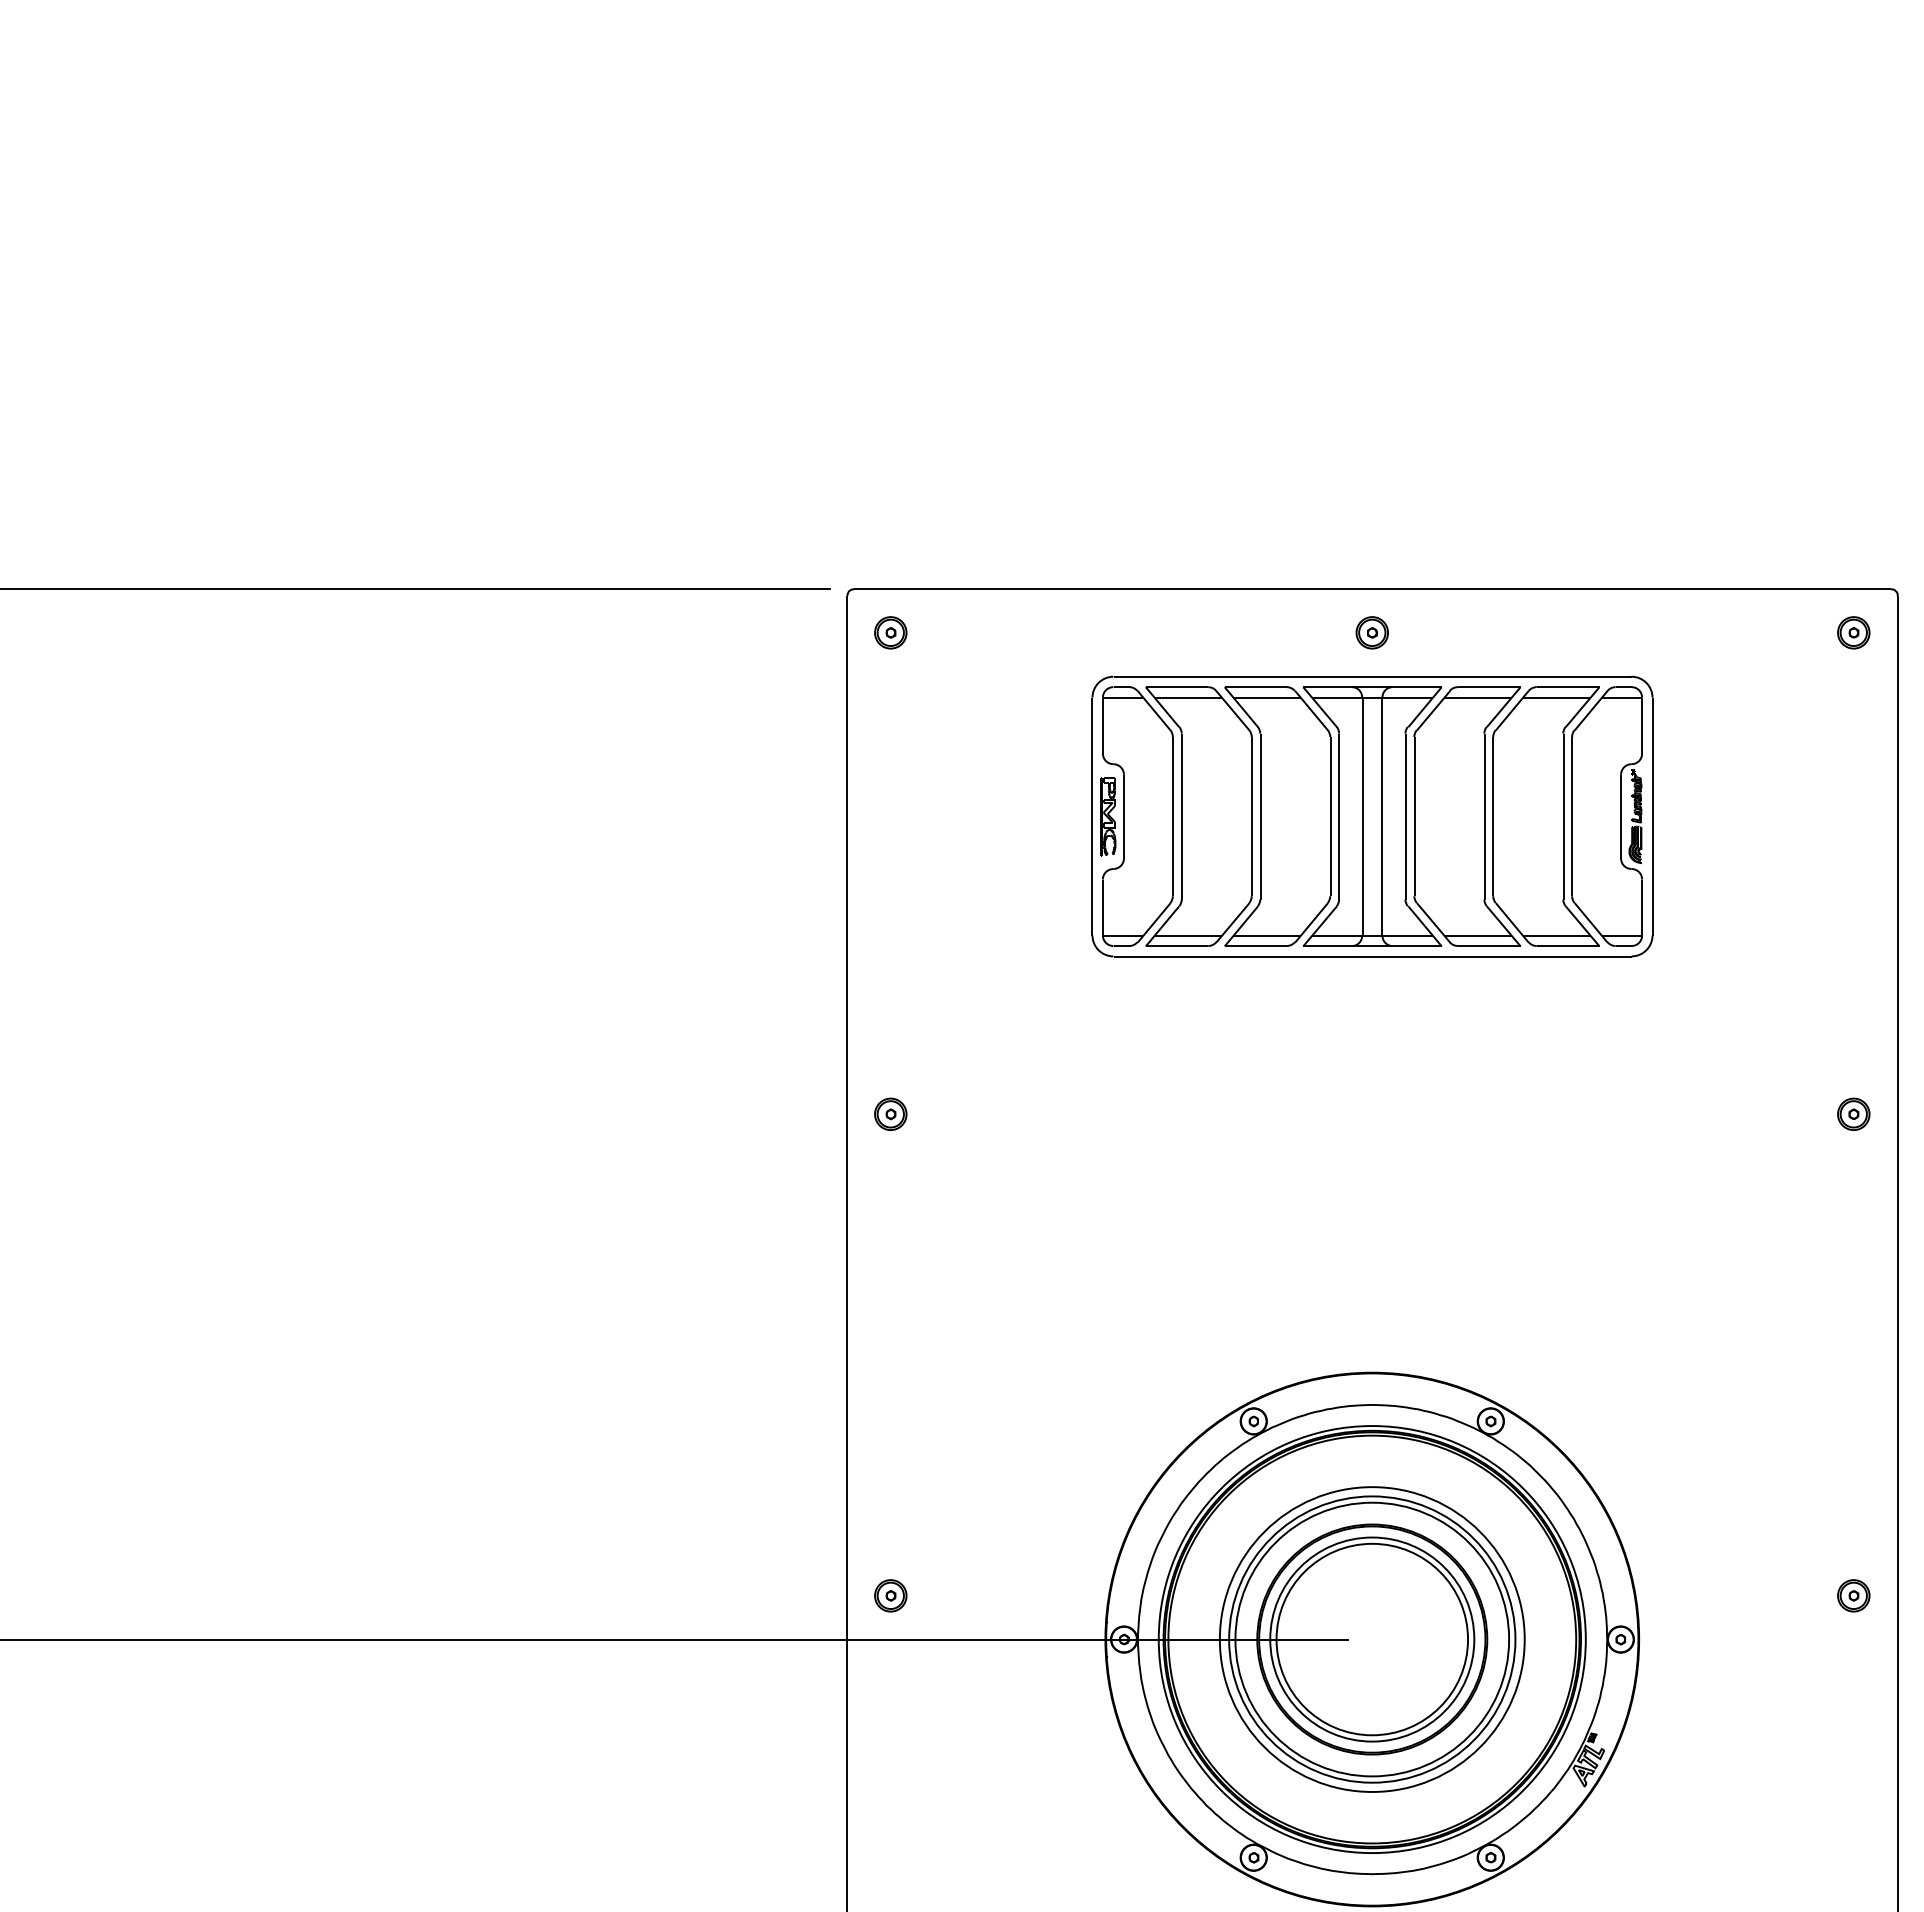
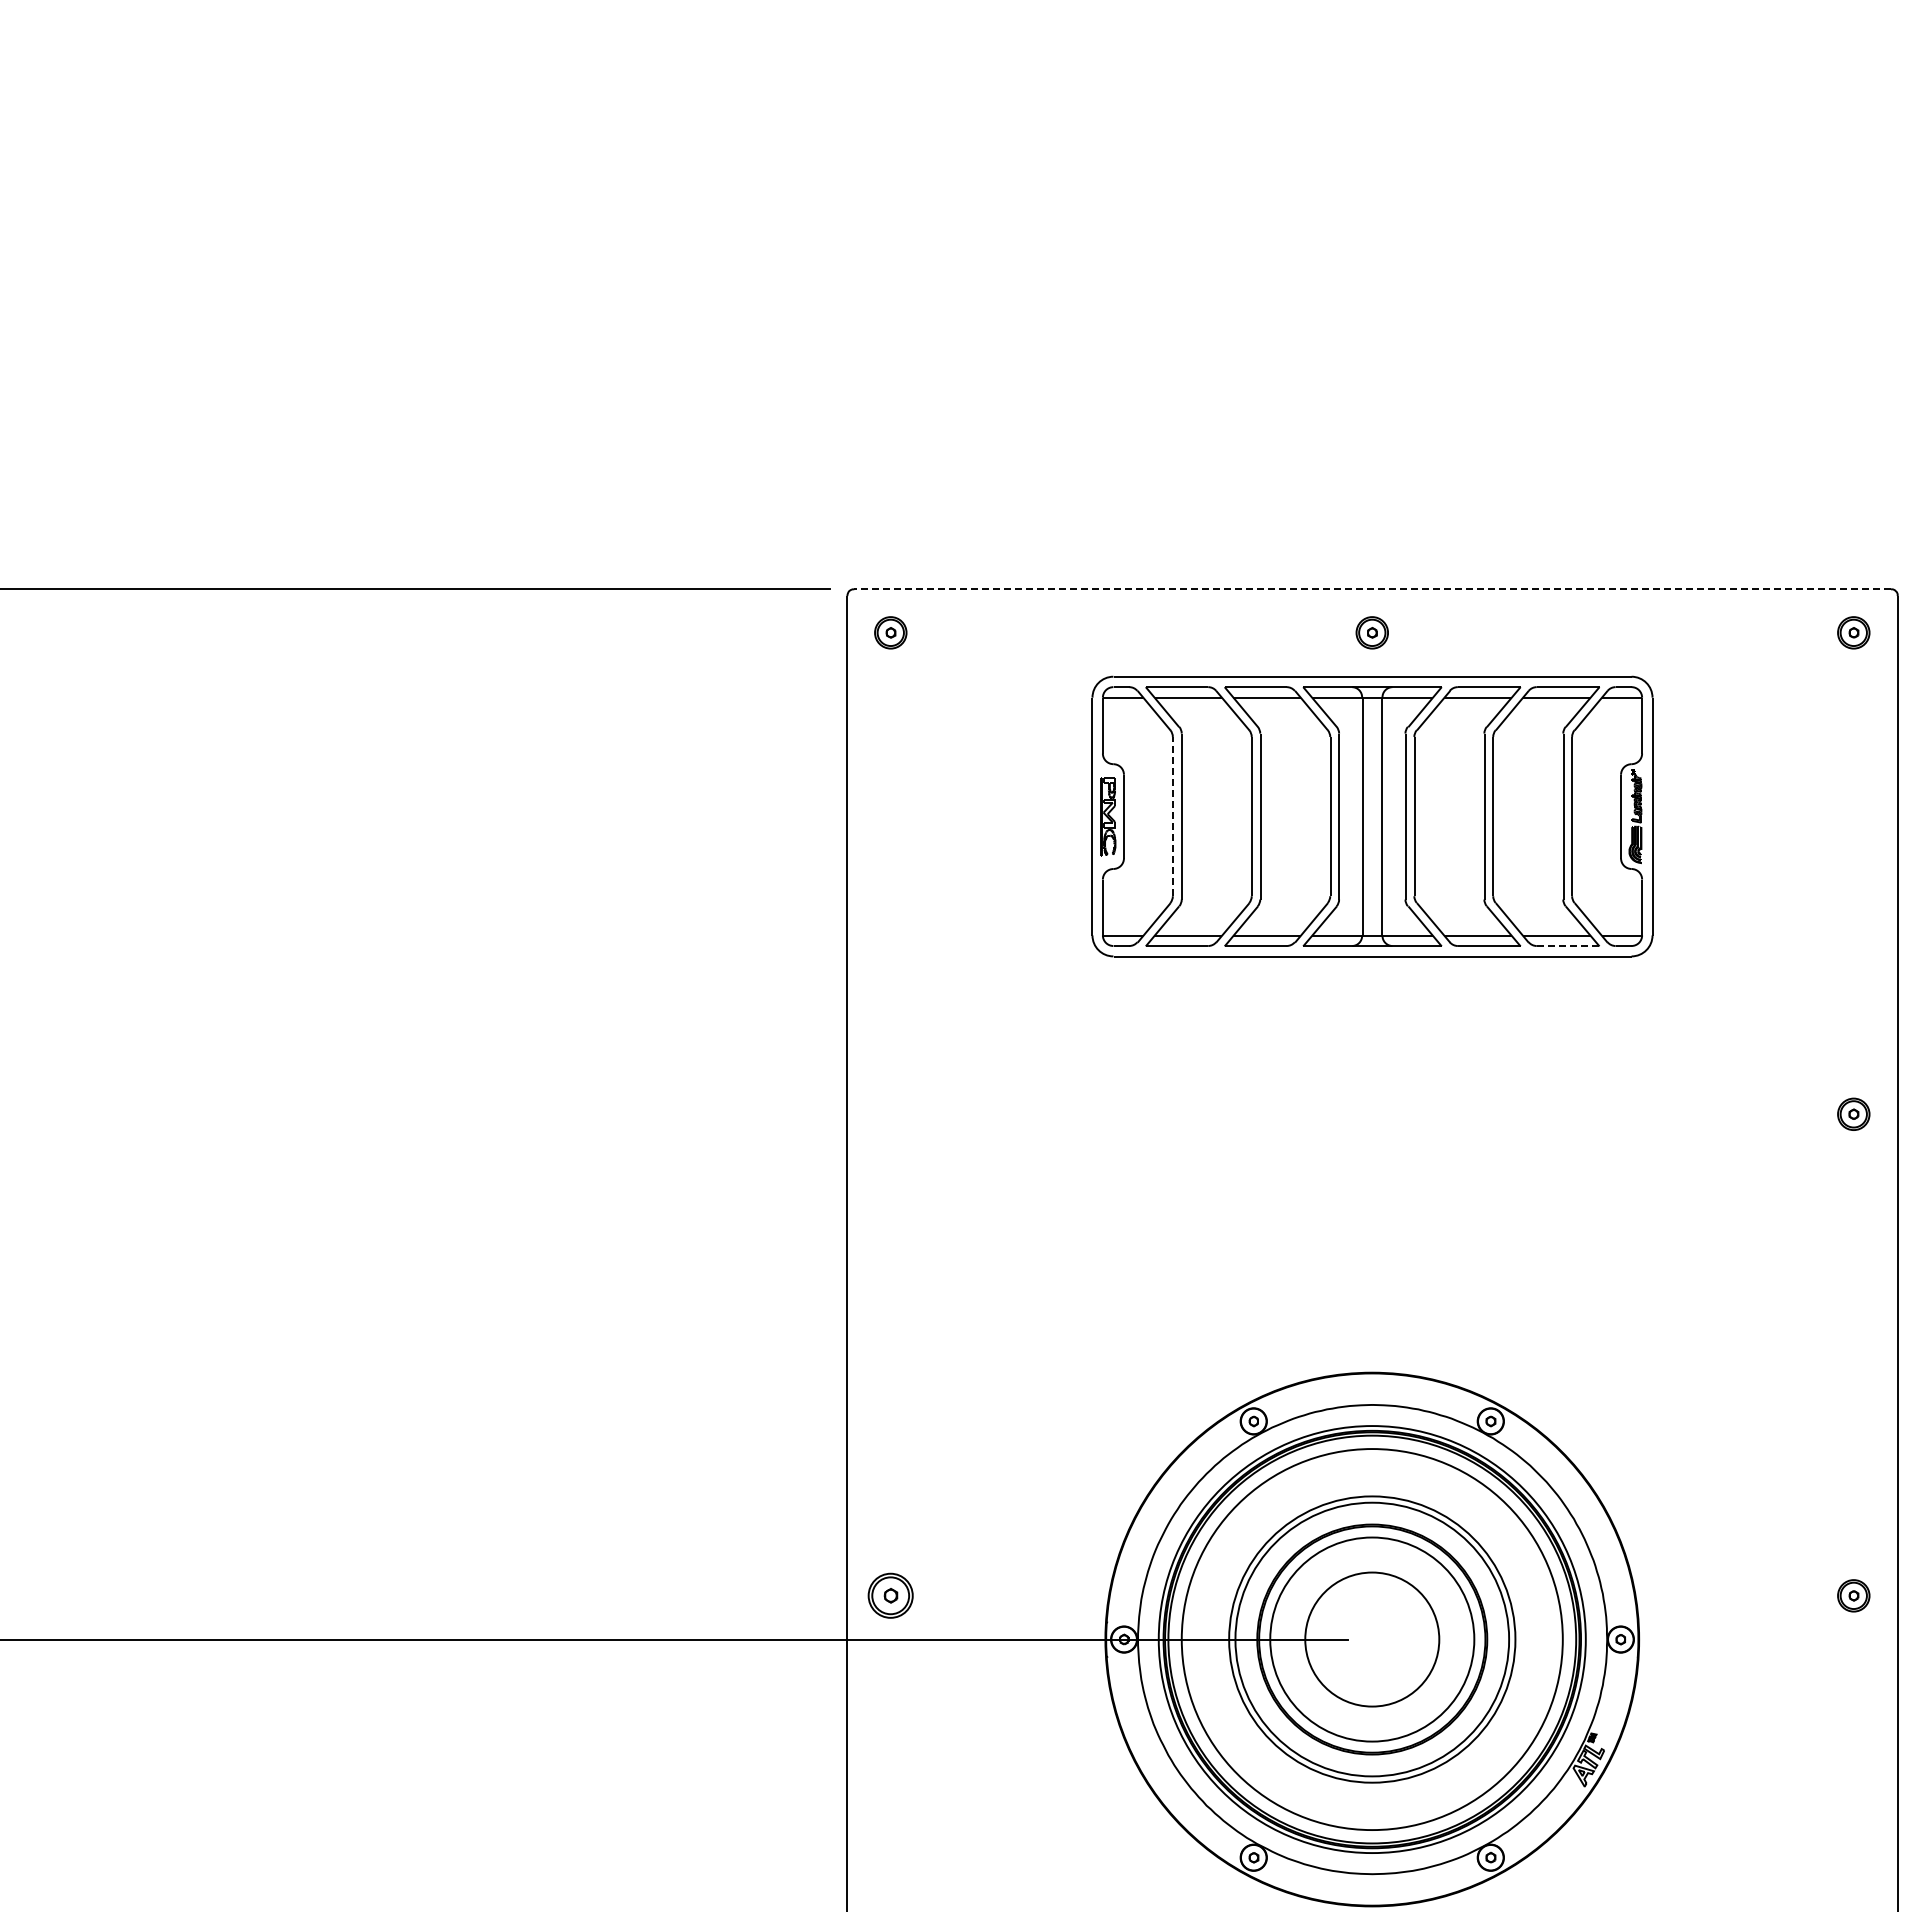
line at (1371, 589): solid -> dashed
line at (1172, 816): solid -> dashed
line at (1568, 946): solid -> dashed
part at (890, 1113): present -> none
part at (890, 1595) size: 34x34 px -> 47x47 px
circle at (1371, 1639) diameter: 305 px -> 381 px
circle at (1372, 1639) diameter: 191 px -> 134 px
